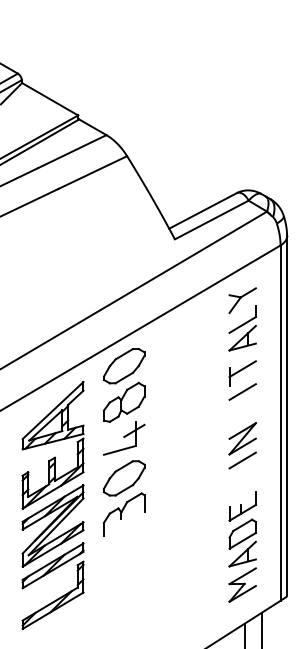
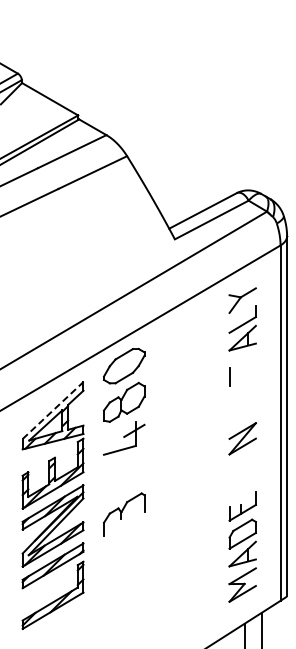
line at (242, 369): present -> none
line at (242, 391): present -> none
line at (53, 410): solid -> dashed
line at (242, 460): present -> none
part at (124, 478): present -> none
